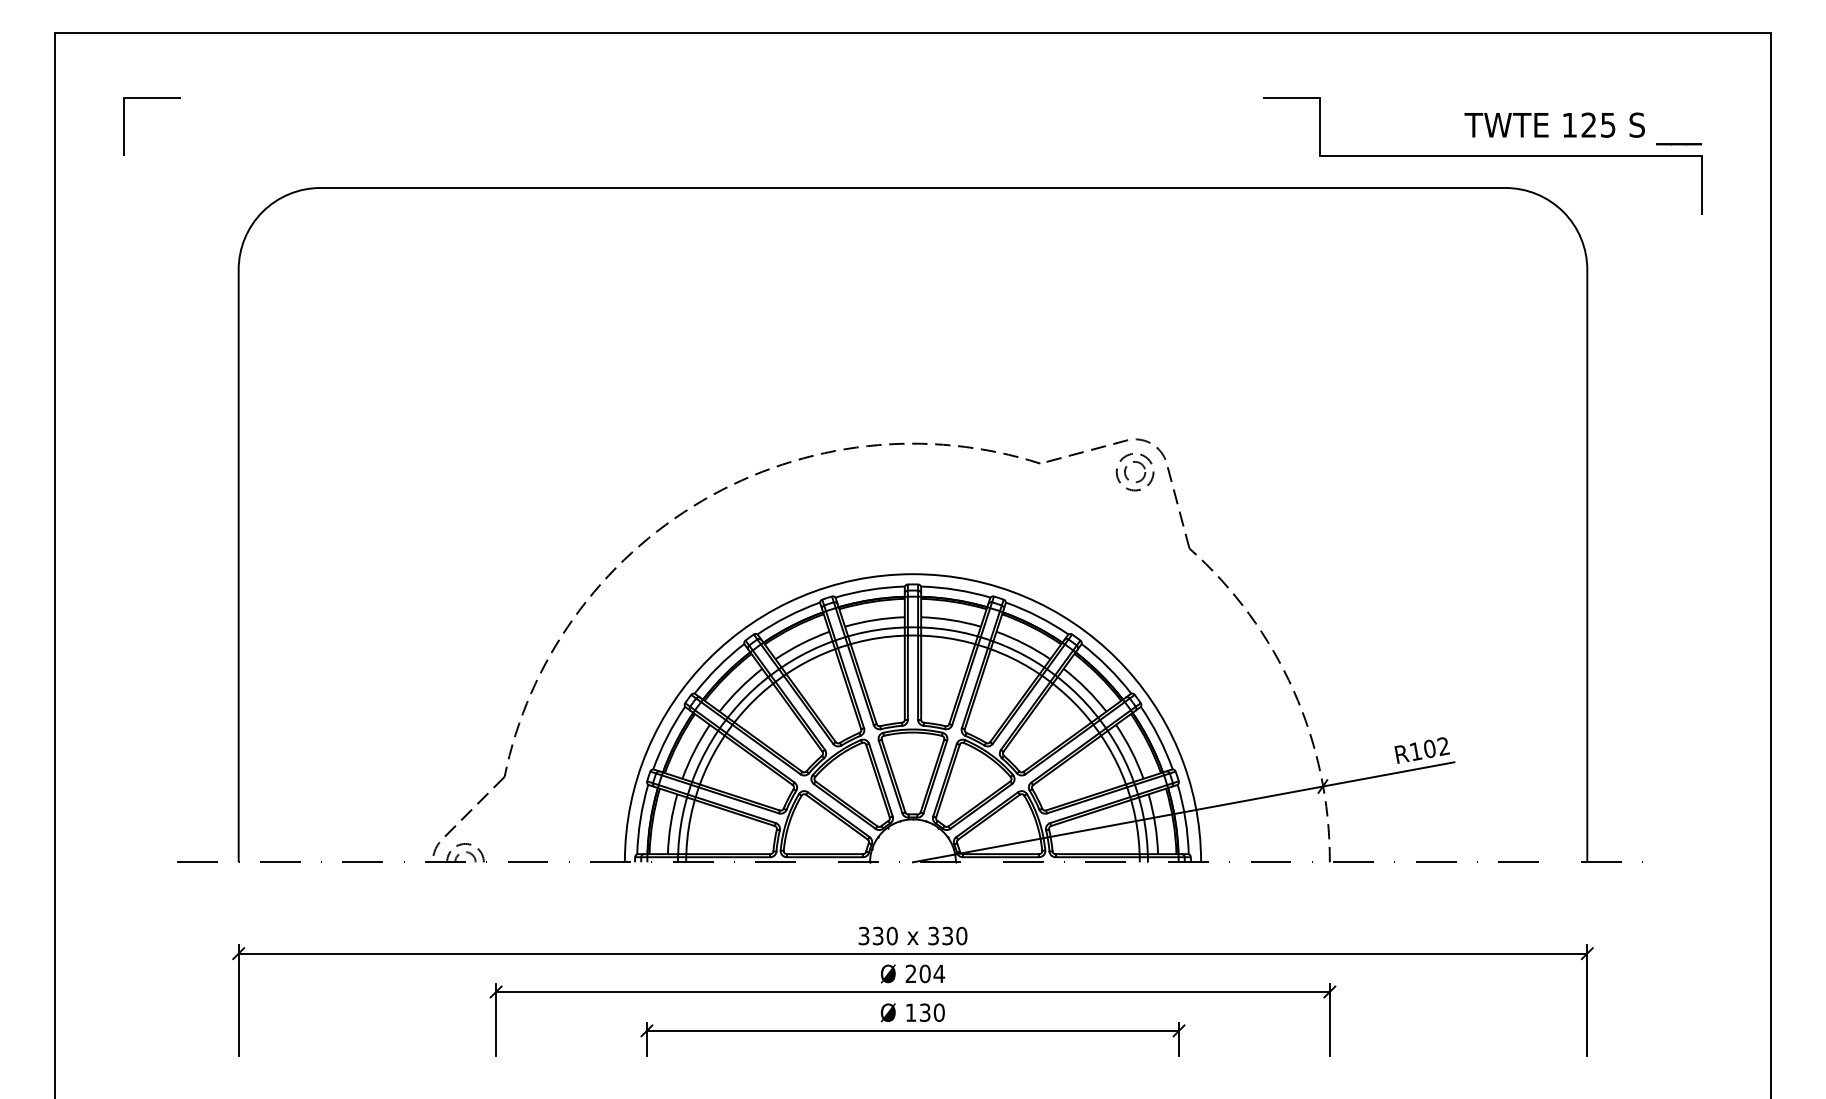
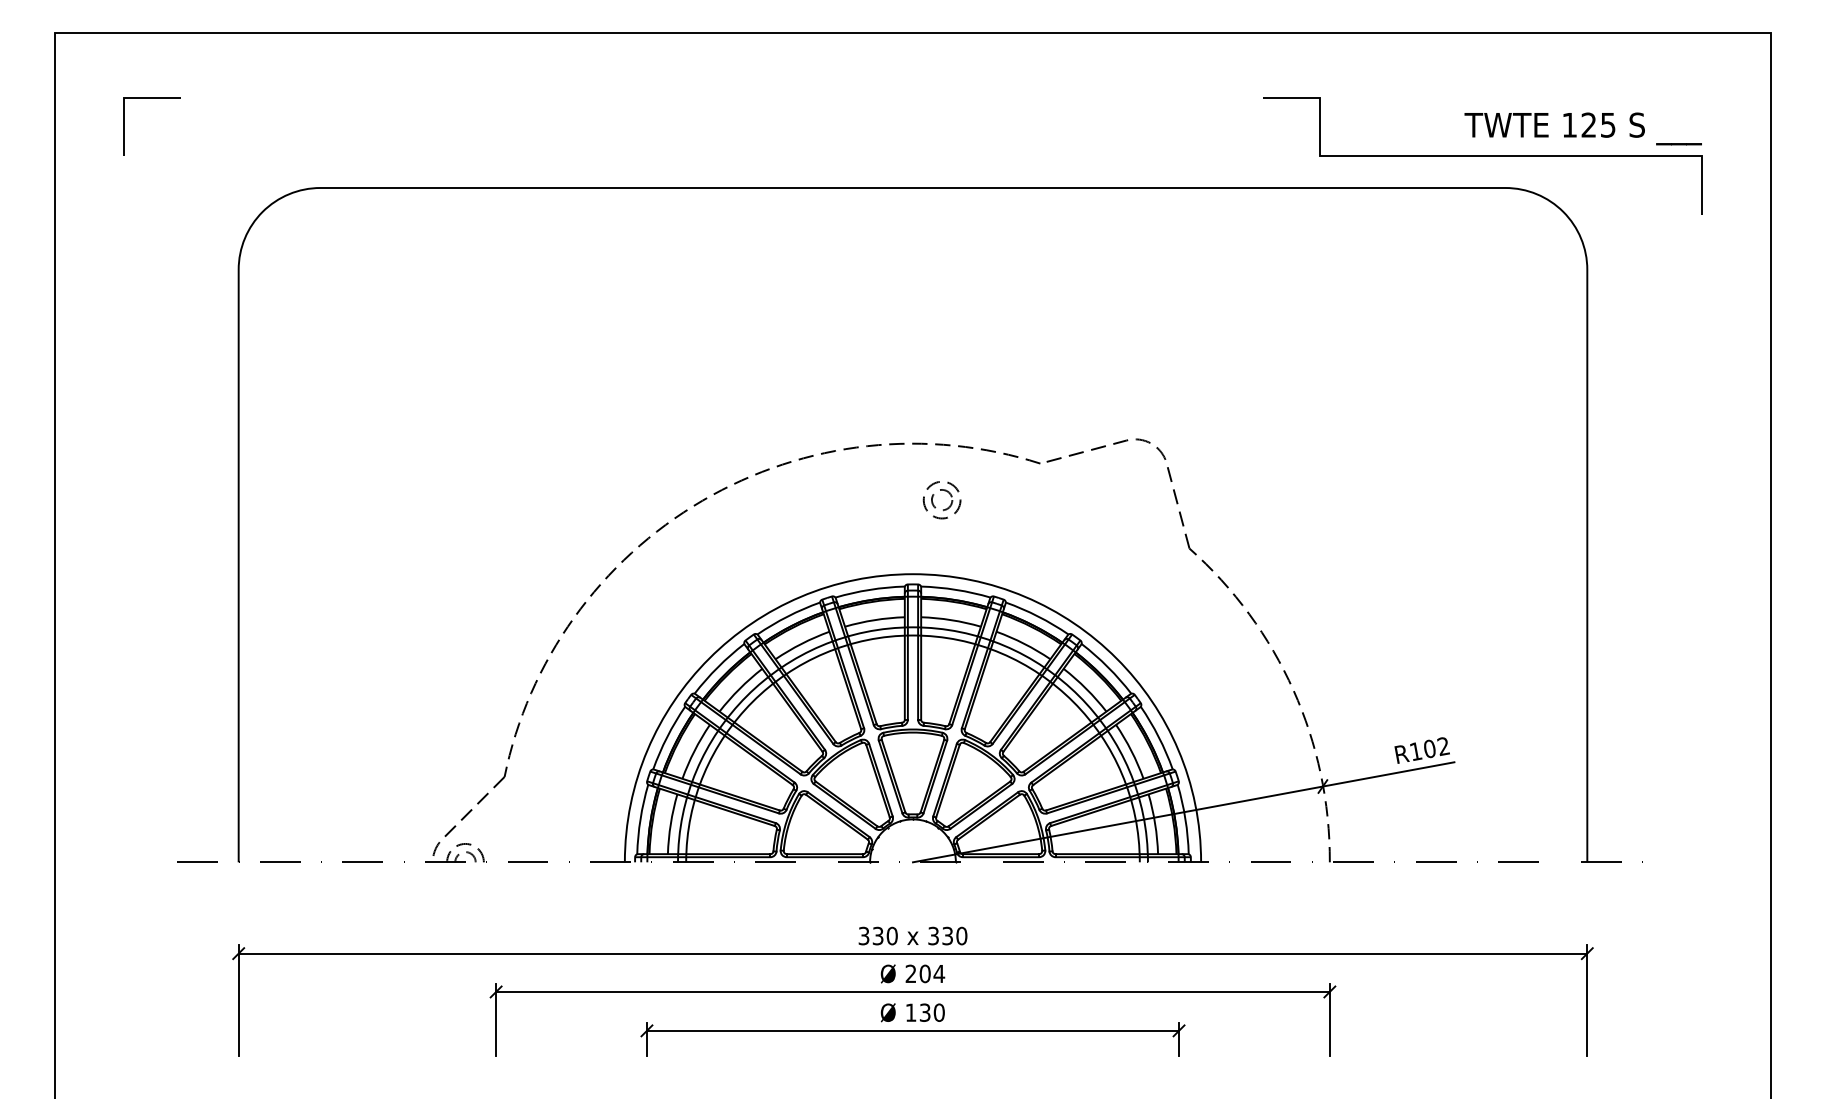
part at (1126, 474) position: (1126, 474) -> (933, 502)
